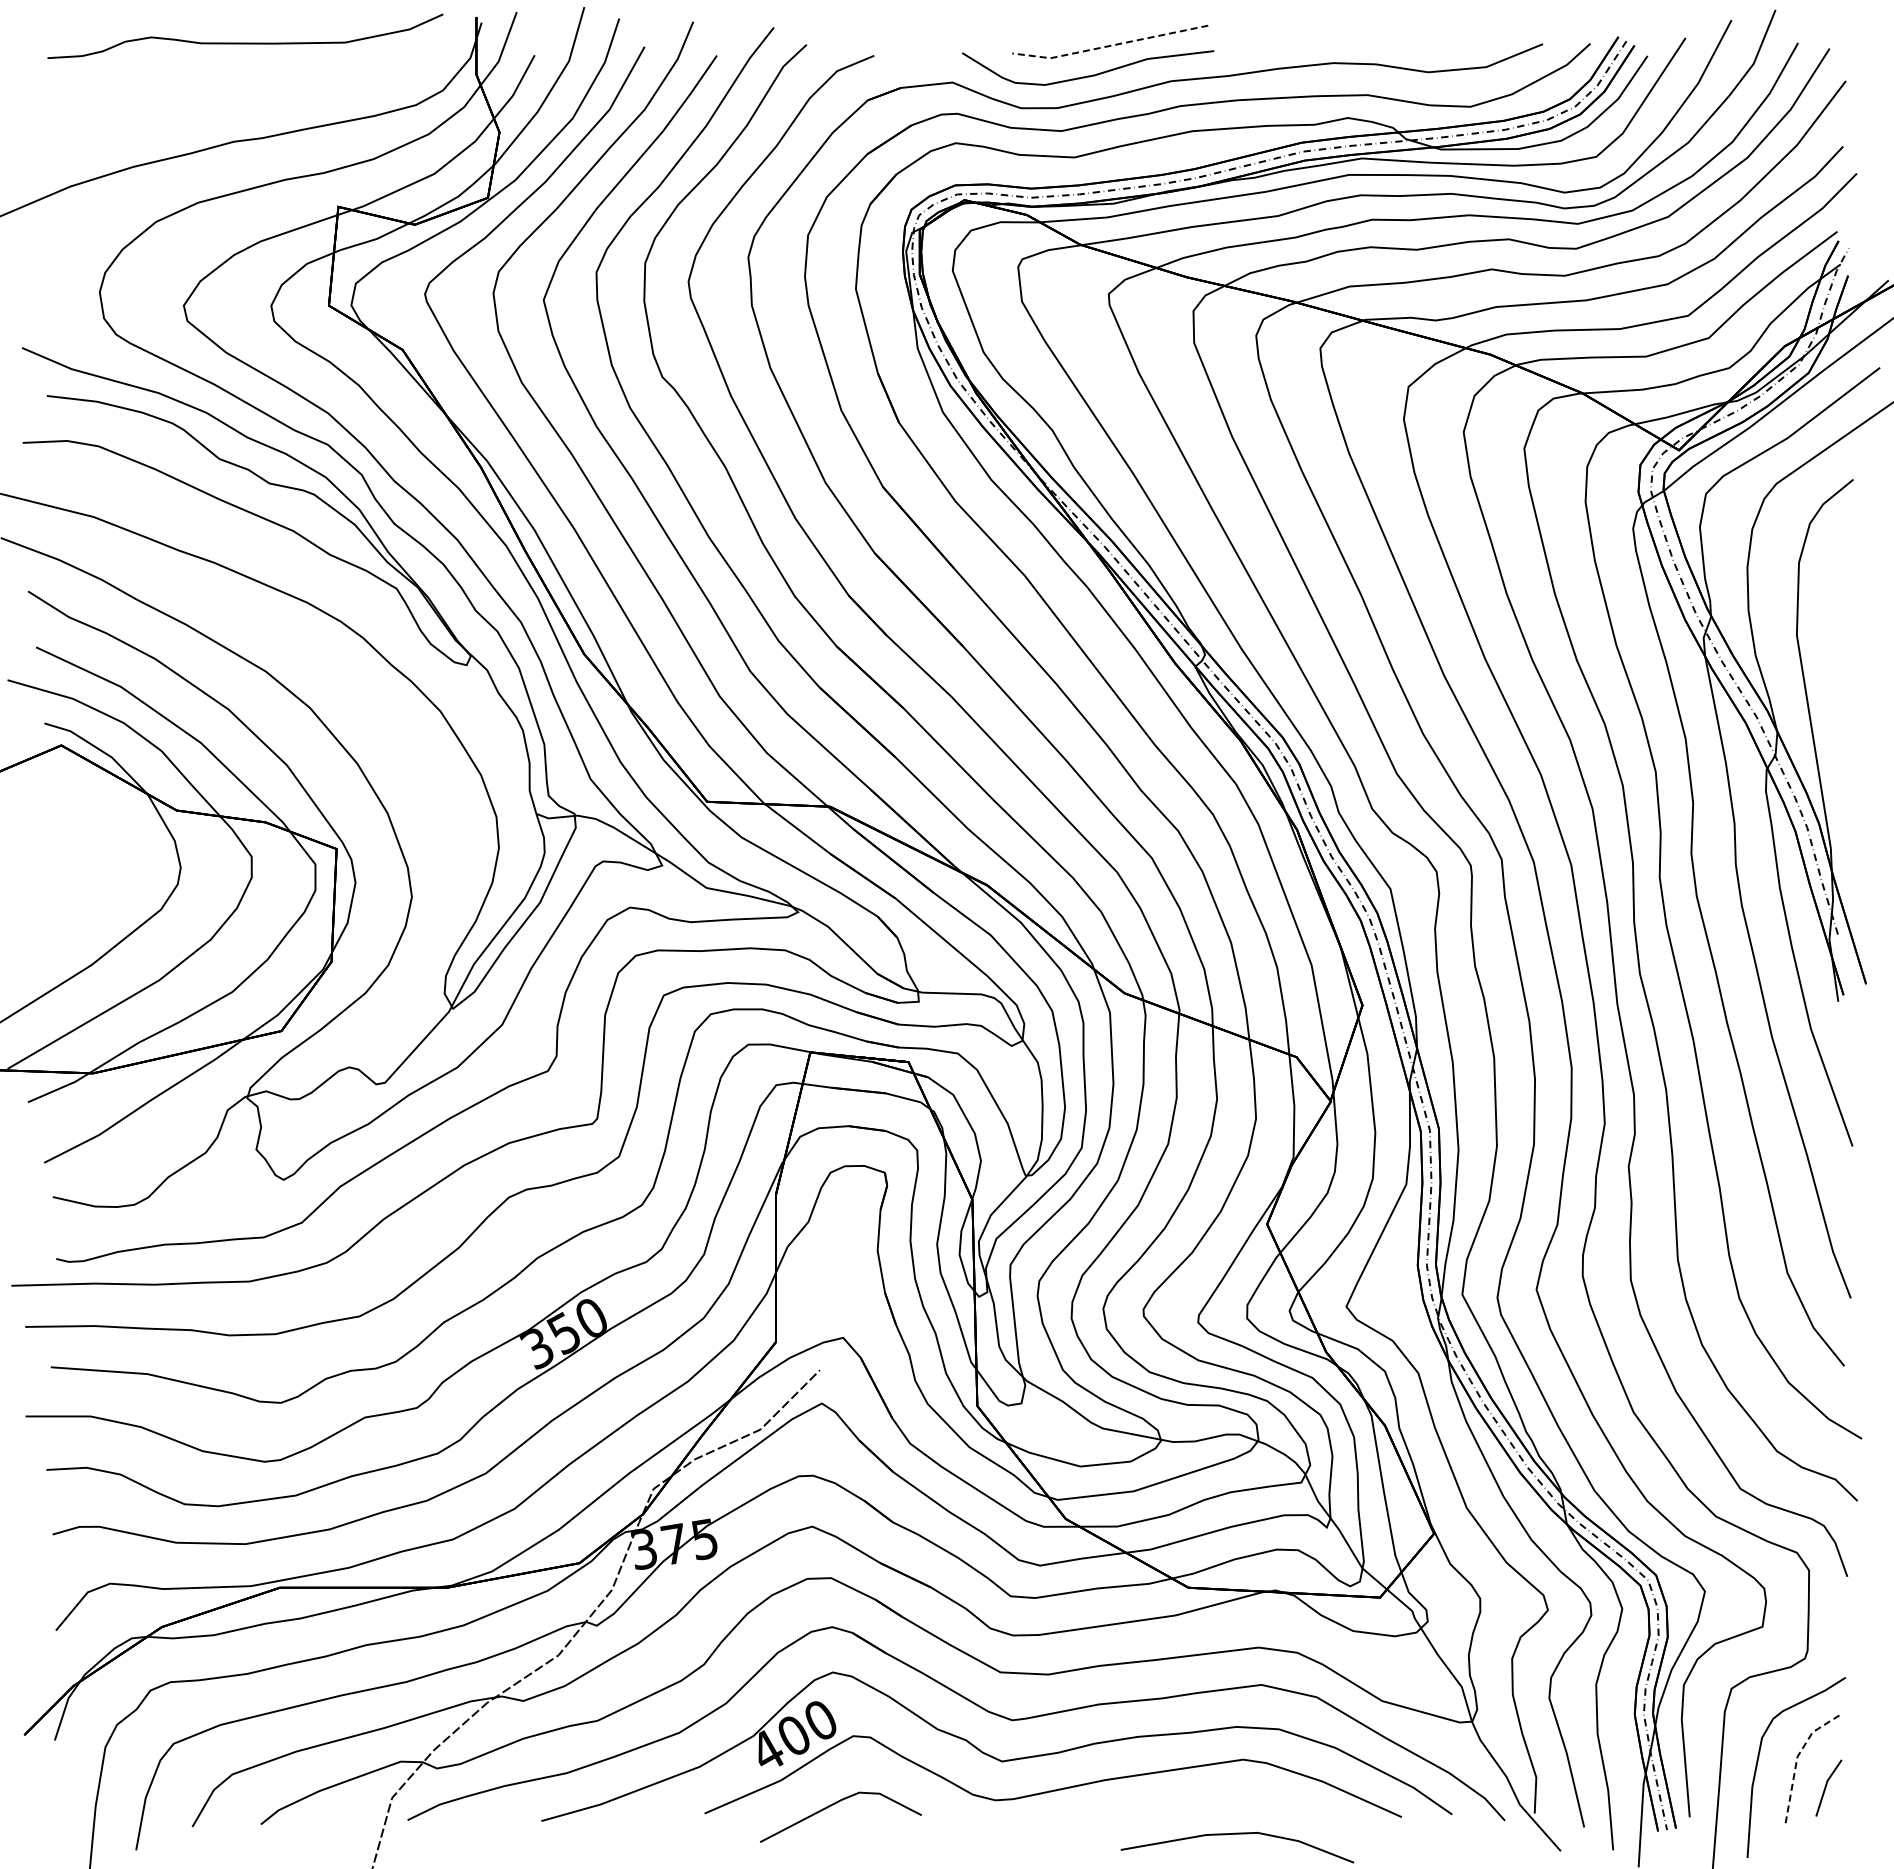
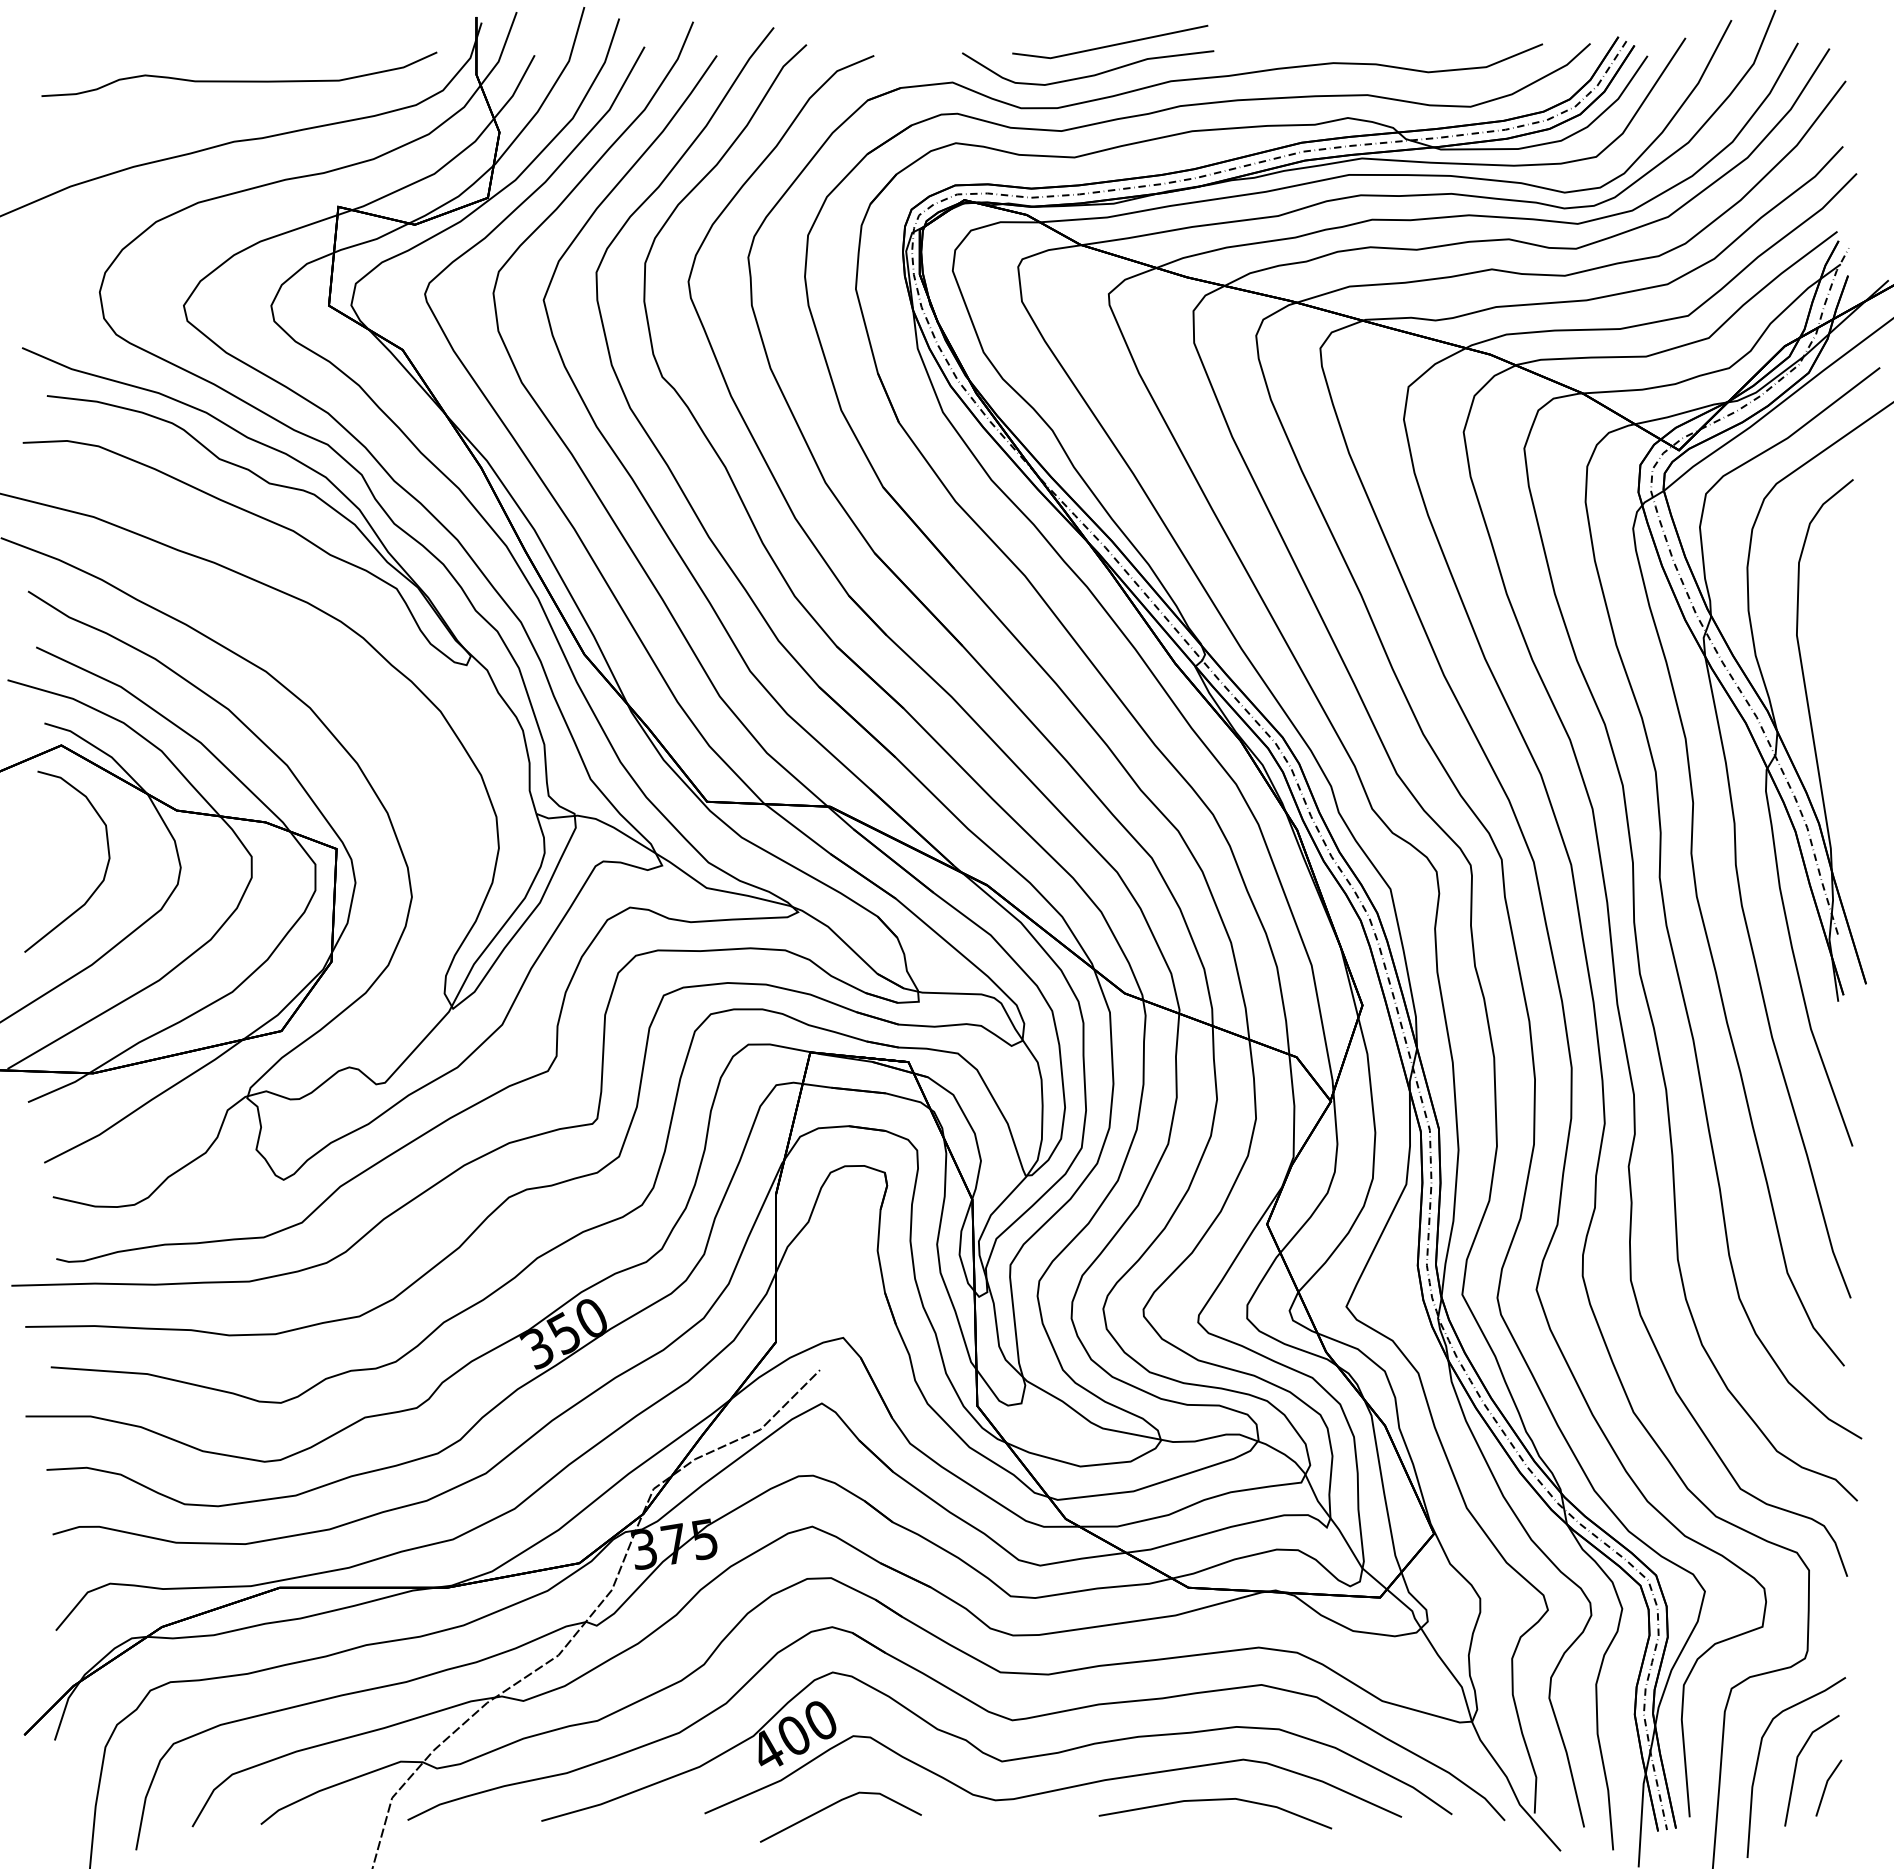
curve at (245, 42) position: (245, 42) -> (239, 80)
line at (1109, 45): dashed -> solid
curve at (104, 872): none -> present
line at (1796, 1760): dashed -> solid
line at (1237, 1834) position: (1237, 1834) -> (1215, 1800)
